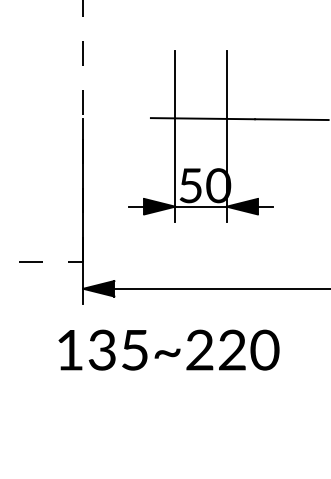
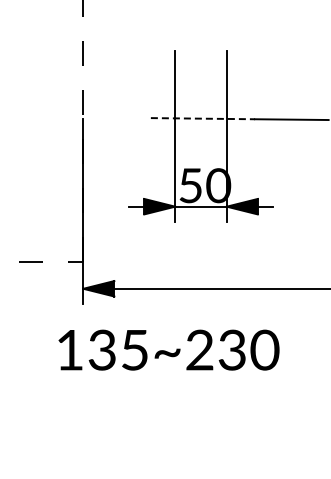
line at (203, 118): solid -> dashed
text at (231, 350): 135~220 -> 135~230
